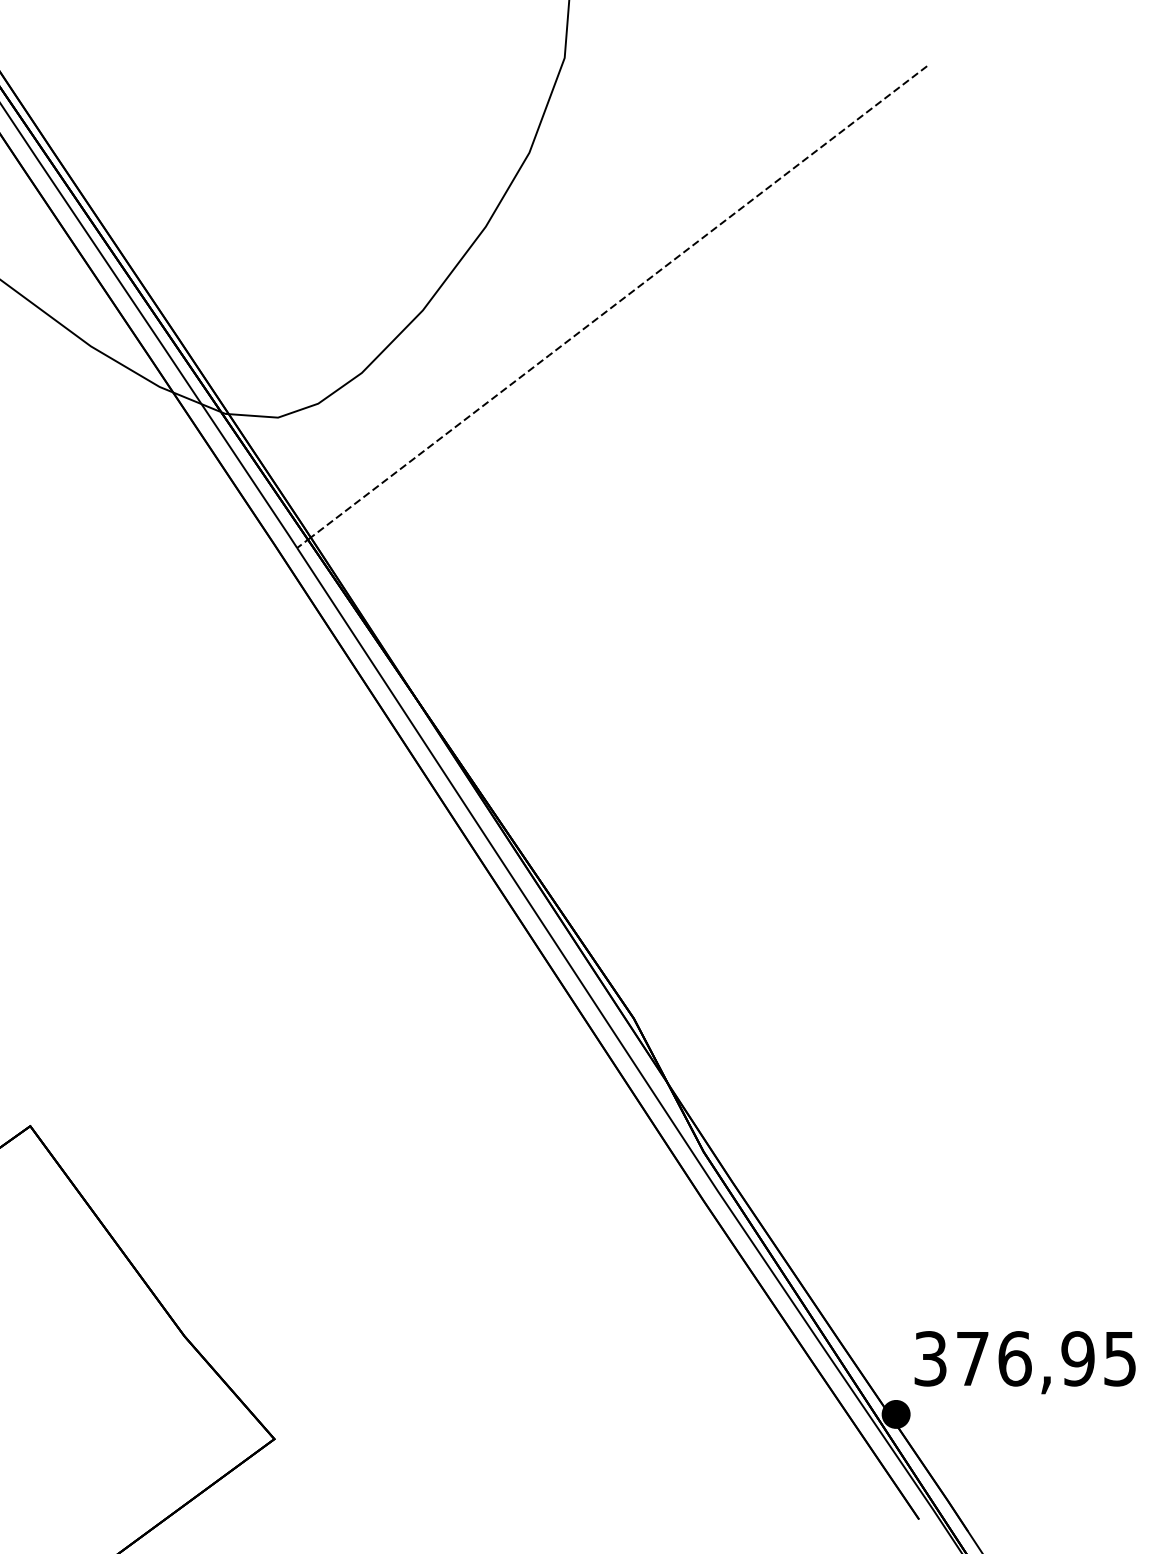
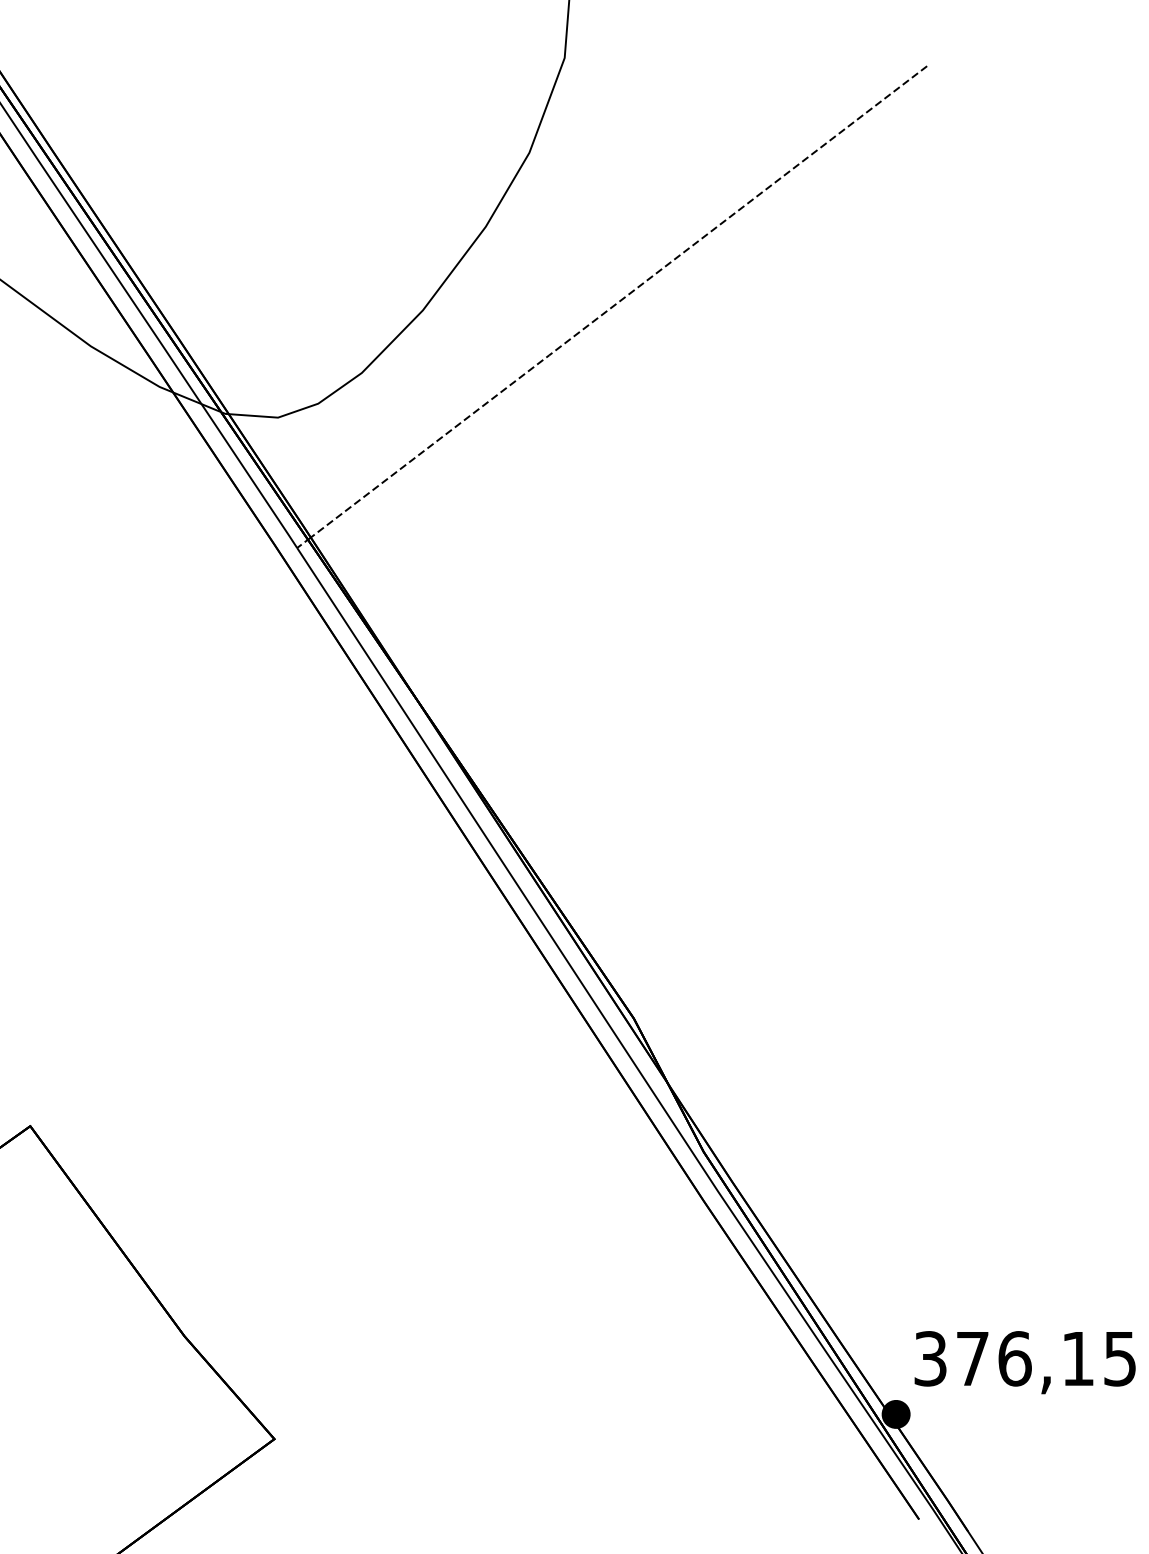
text at (1077, 1358): 376,95 -> 376,15
